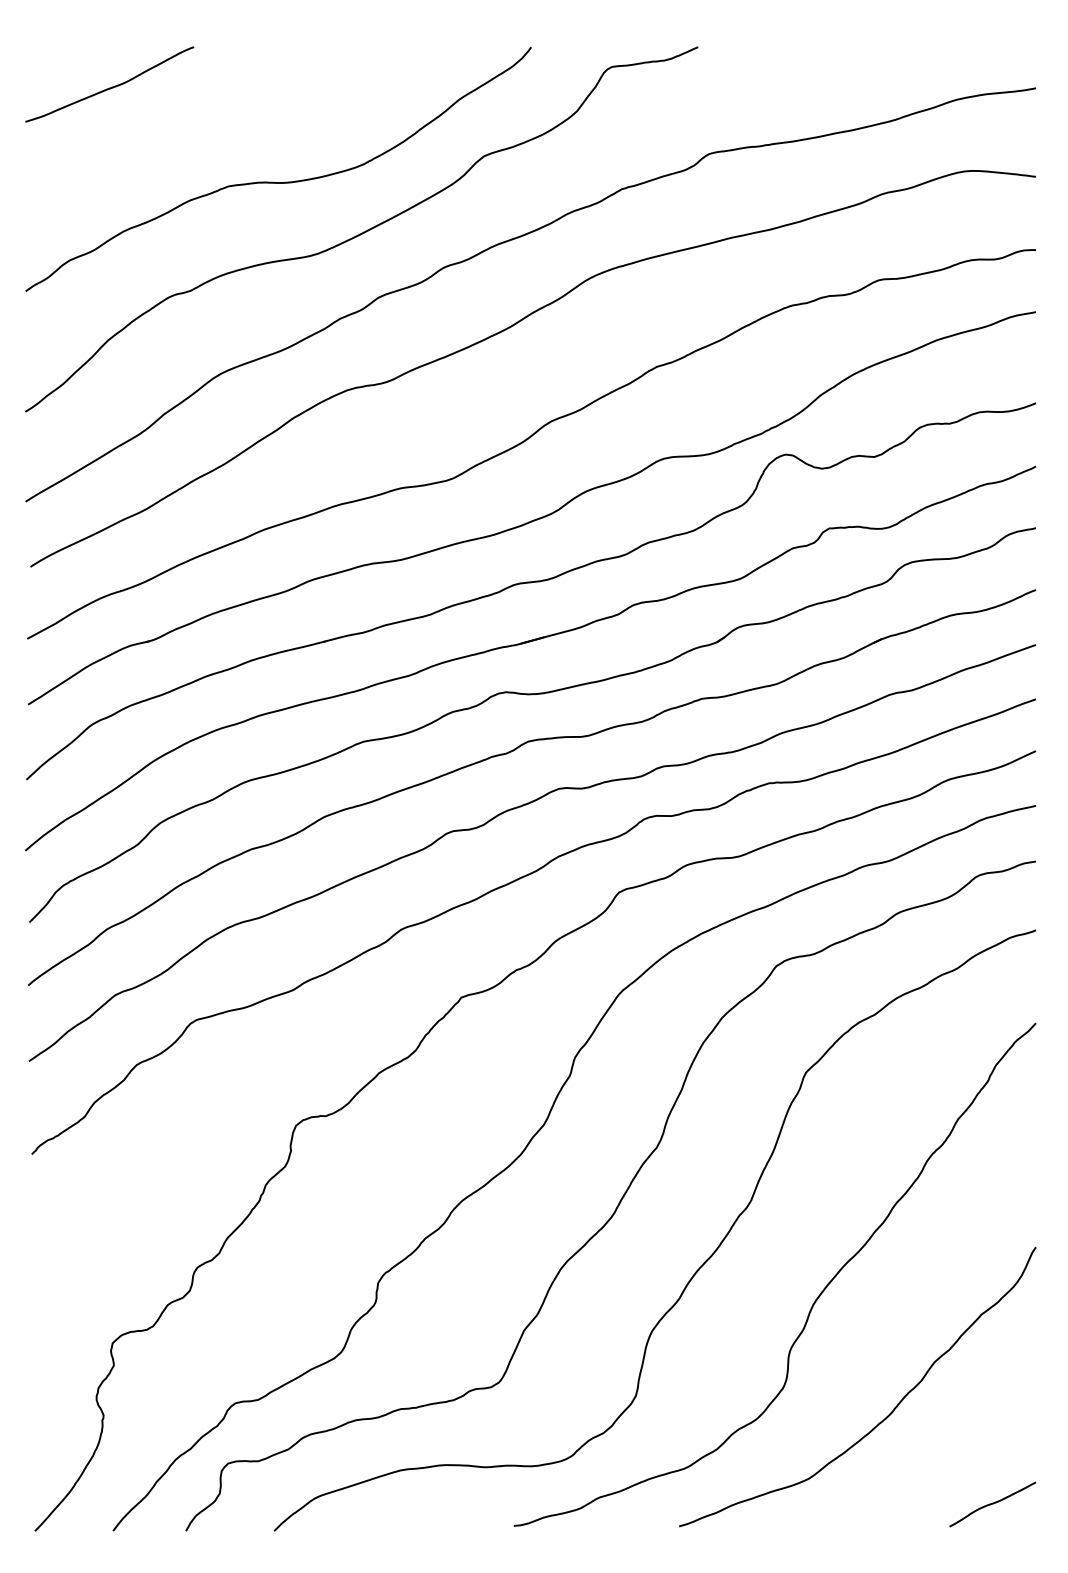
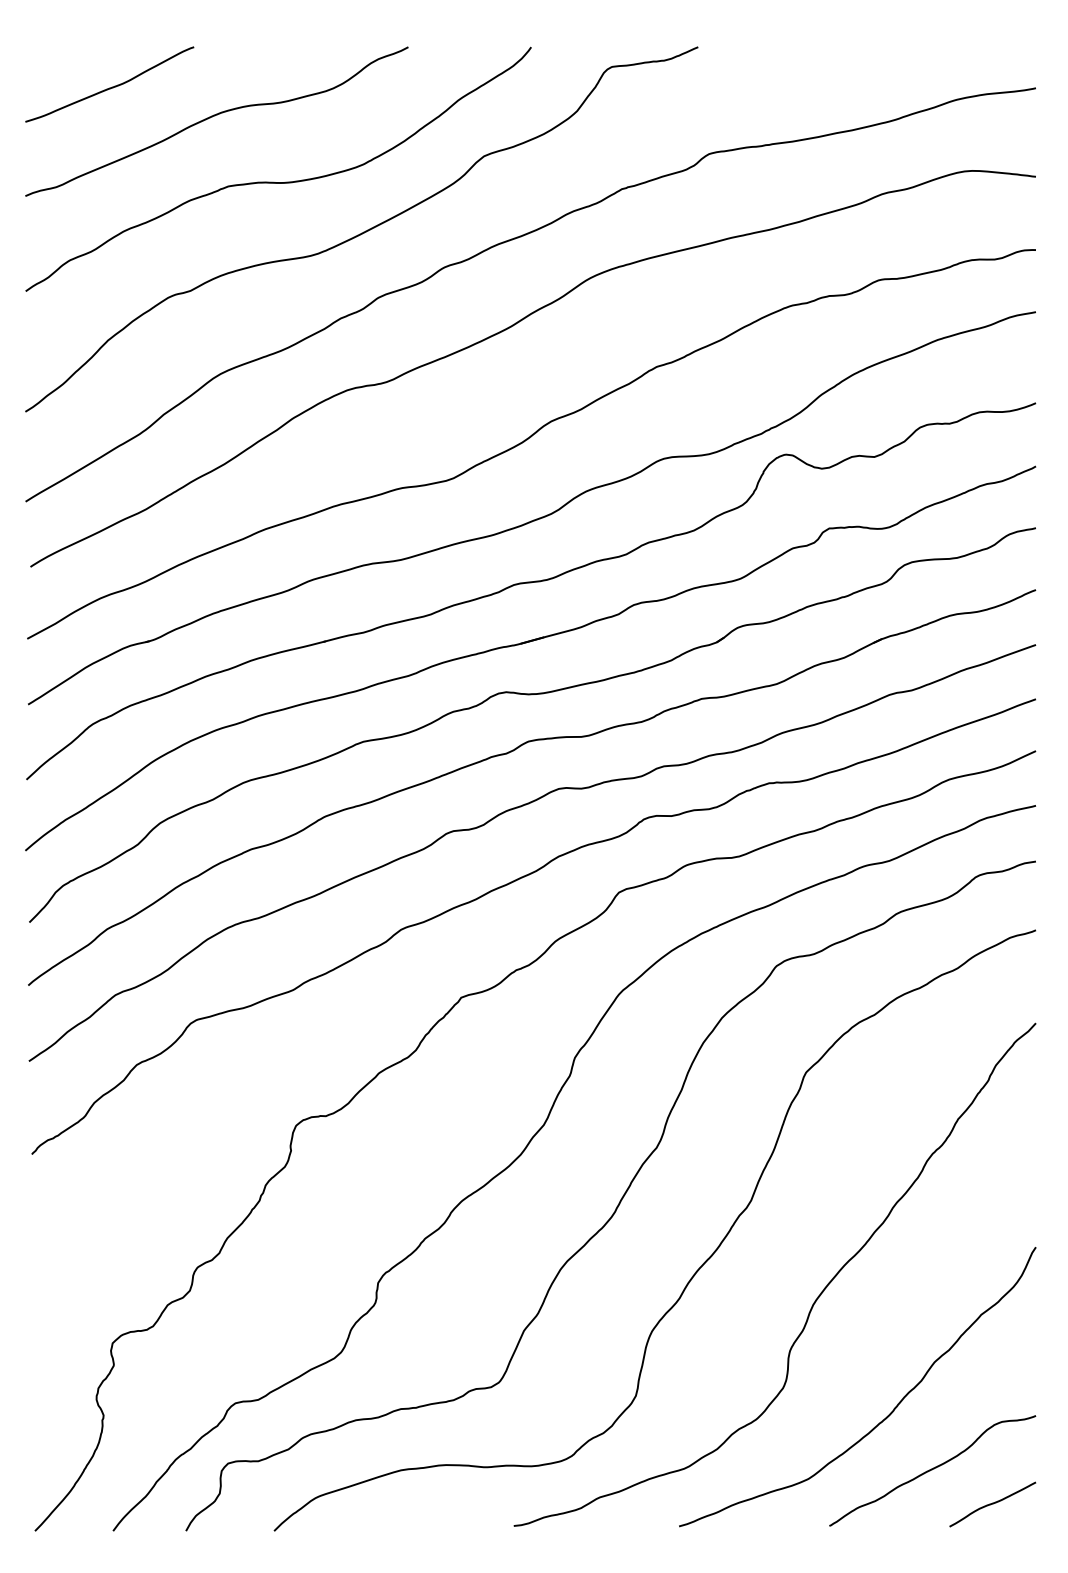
curve at (215, 116): none -> present
curve at (932, 1470): none -> present
